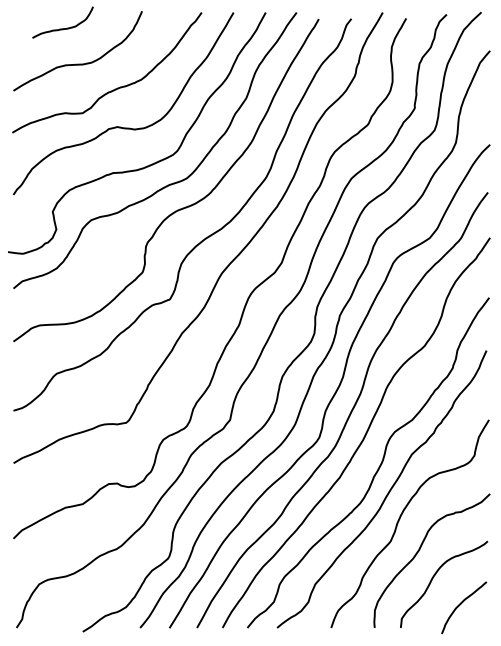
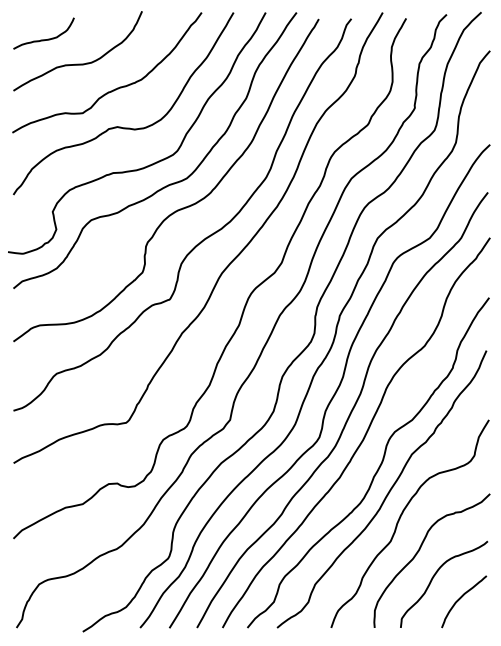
curve at (62, 28) position: (62, 28) -> (43, 39)
curve at (461, 604) position: (461, 604) -> (461, 598)
